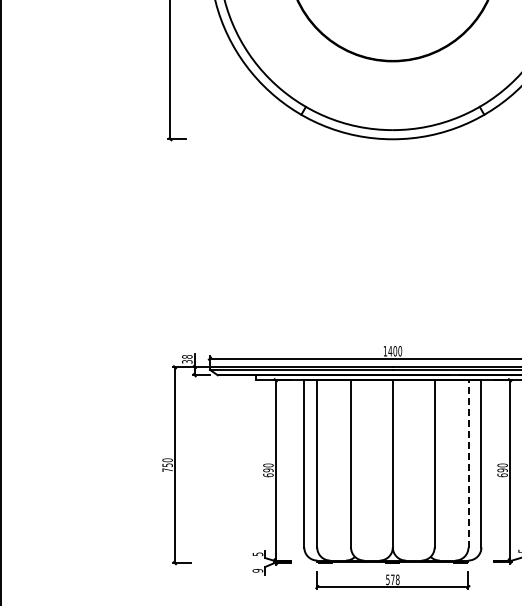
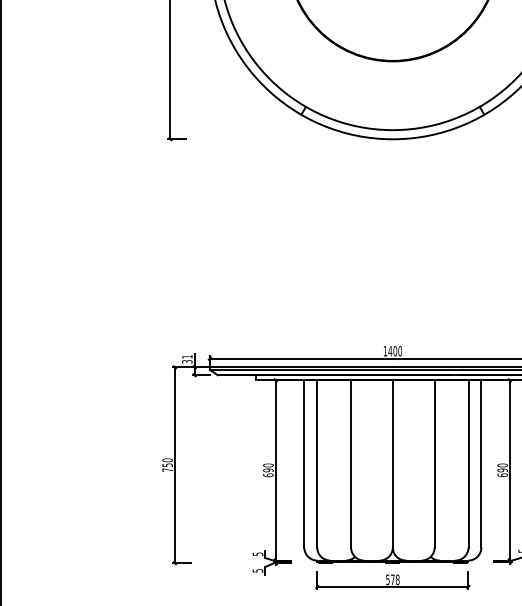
text at (187, 356): 38 -> 31
line at (468, 463): dashed -> solid
text at (257, 570): 9 -> 5
